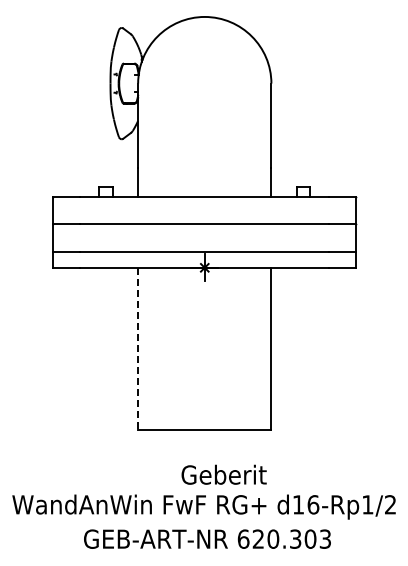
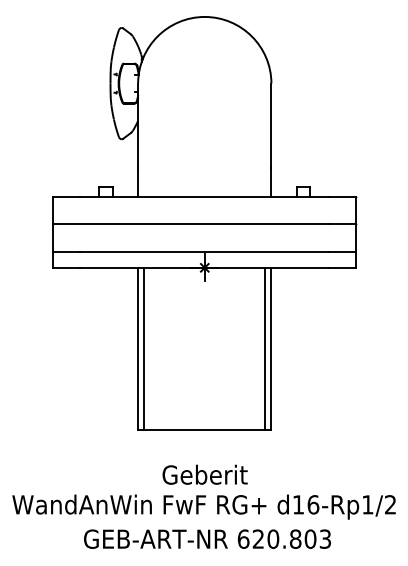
line at (144, 348): none -> present
line at (265, 348): none -> present
line at (138, 349): dashed -> solid
text at (223, 474) position: (223, 474) -> (204, 474)
text at (295, 538): 620.303 -> 620.803
